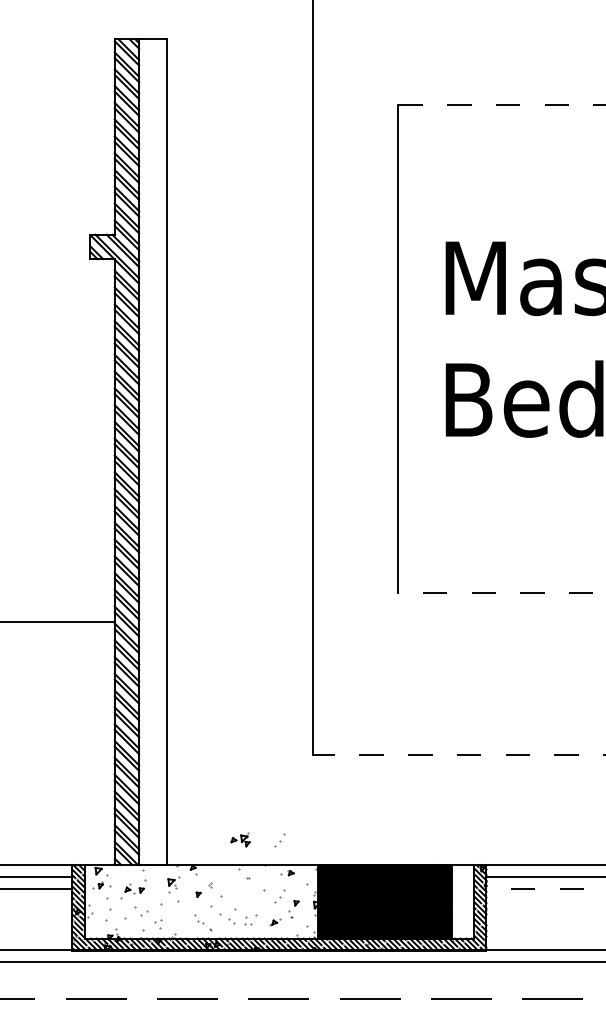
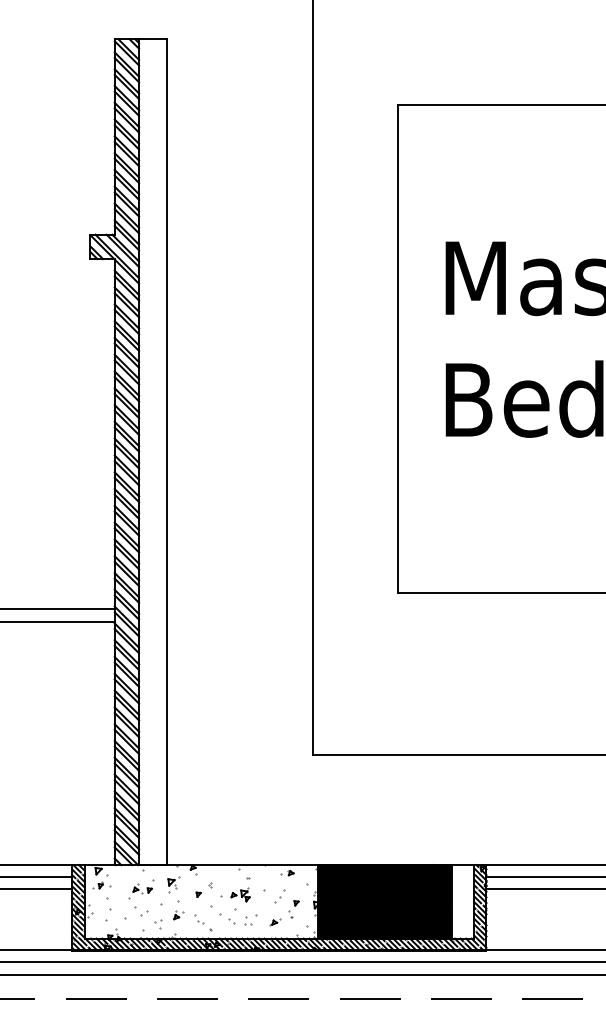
line at (502, 105): dashed -> solid
line at (501, 592): dashed -> solid
line at (58, 609): none -> present
line at (458, 755): dashed -> solid
part at (240, 839) position: (240, 839) -> (240, 894)
part at (279, 840): present -> none
part at (133, 889) position: (133, 889) -> (141, 889)
line at (545, 889): dashed -> solid
part at (178, 915): none -> present
line at (302, 974): none -> present
